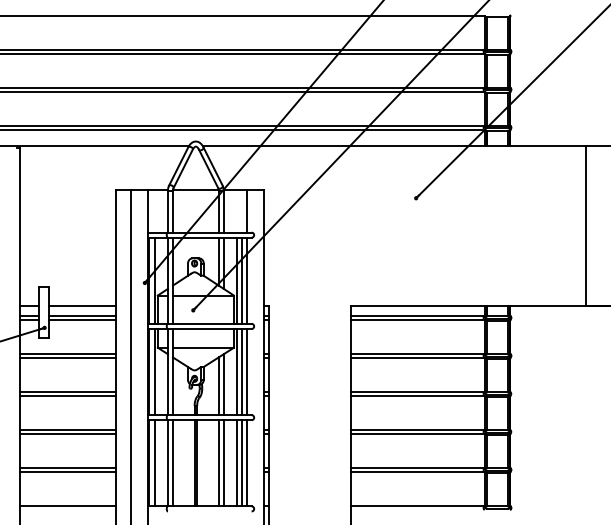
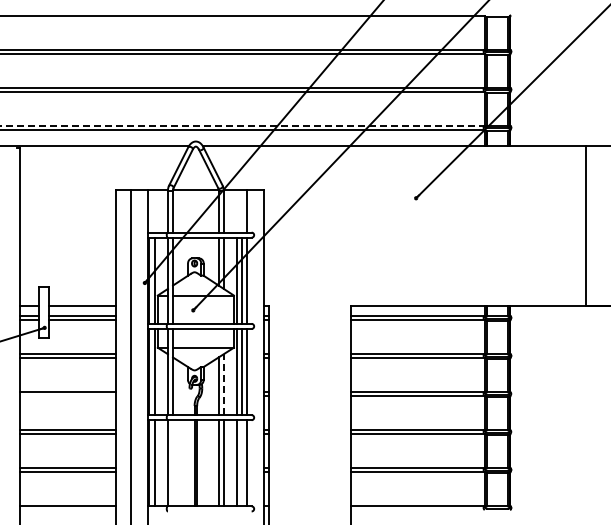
line at (242, 125): solid -> dashed
line at (223, 384): solid -> dashed
line at (67, 395): present -> none
line at (173, 463): present -> none
line at (242, 463): present -> none
